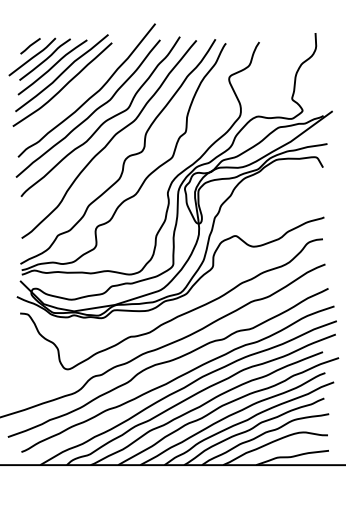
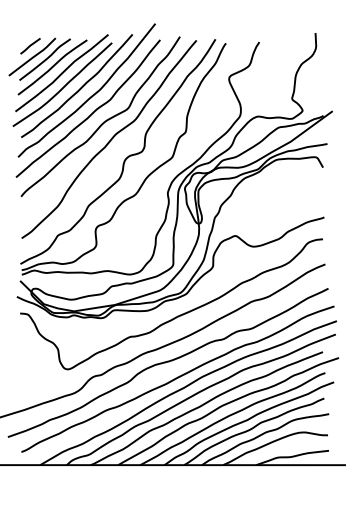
curve at (80, 87): none -> present
